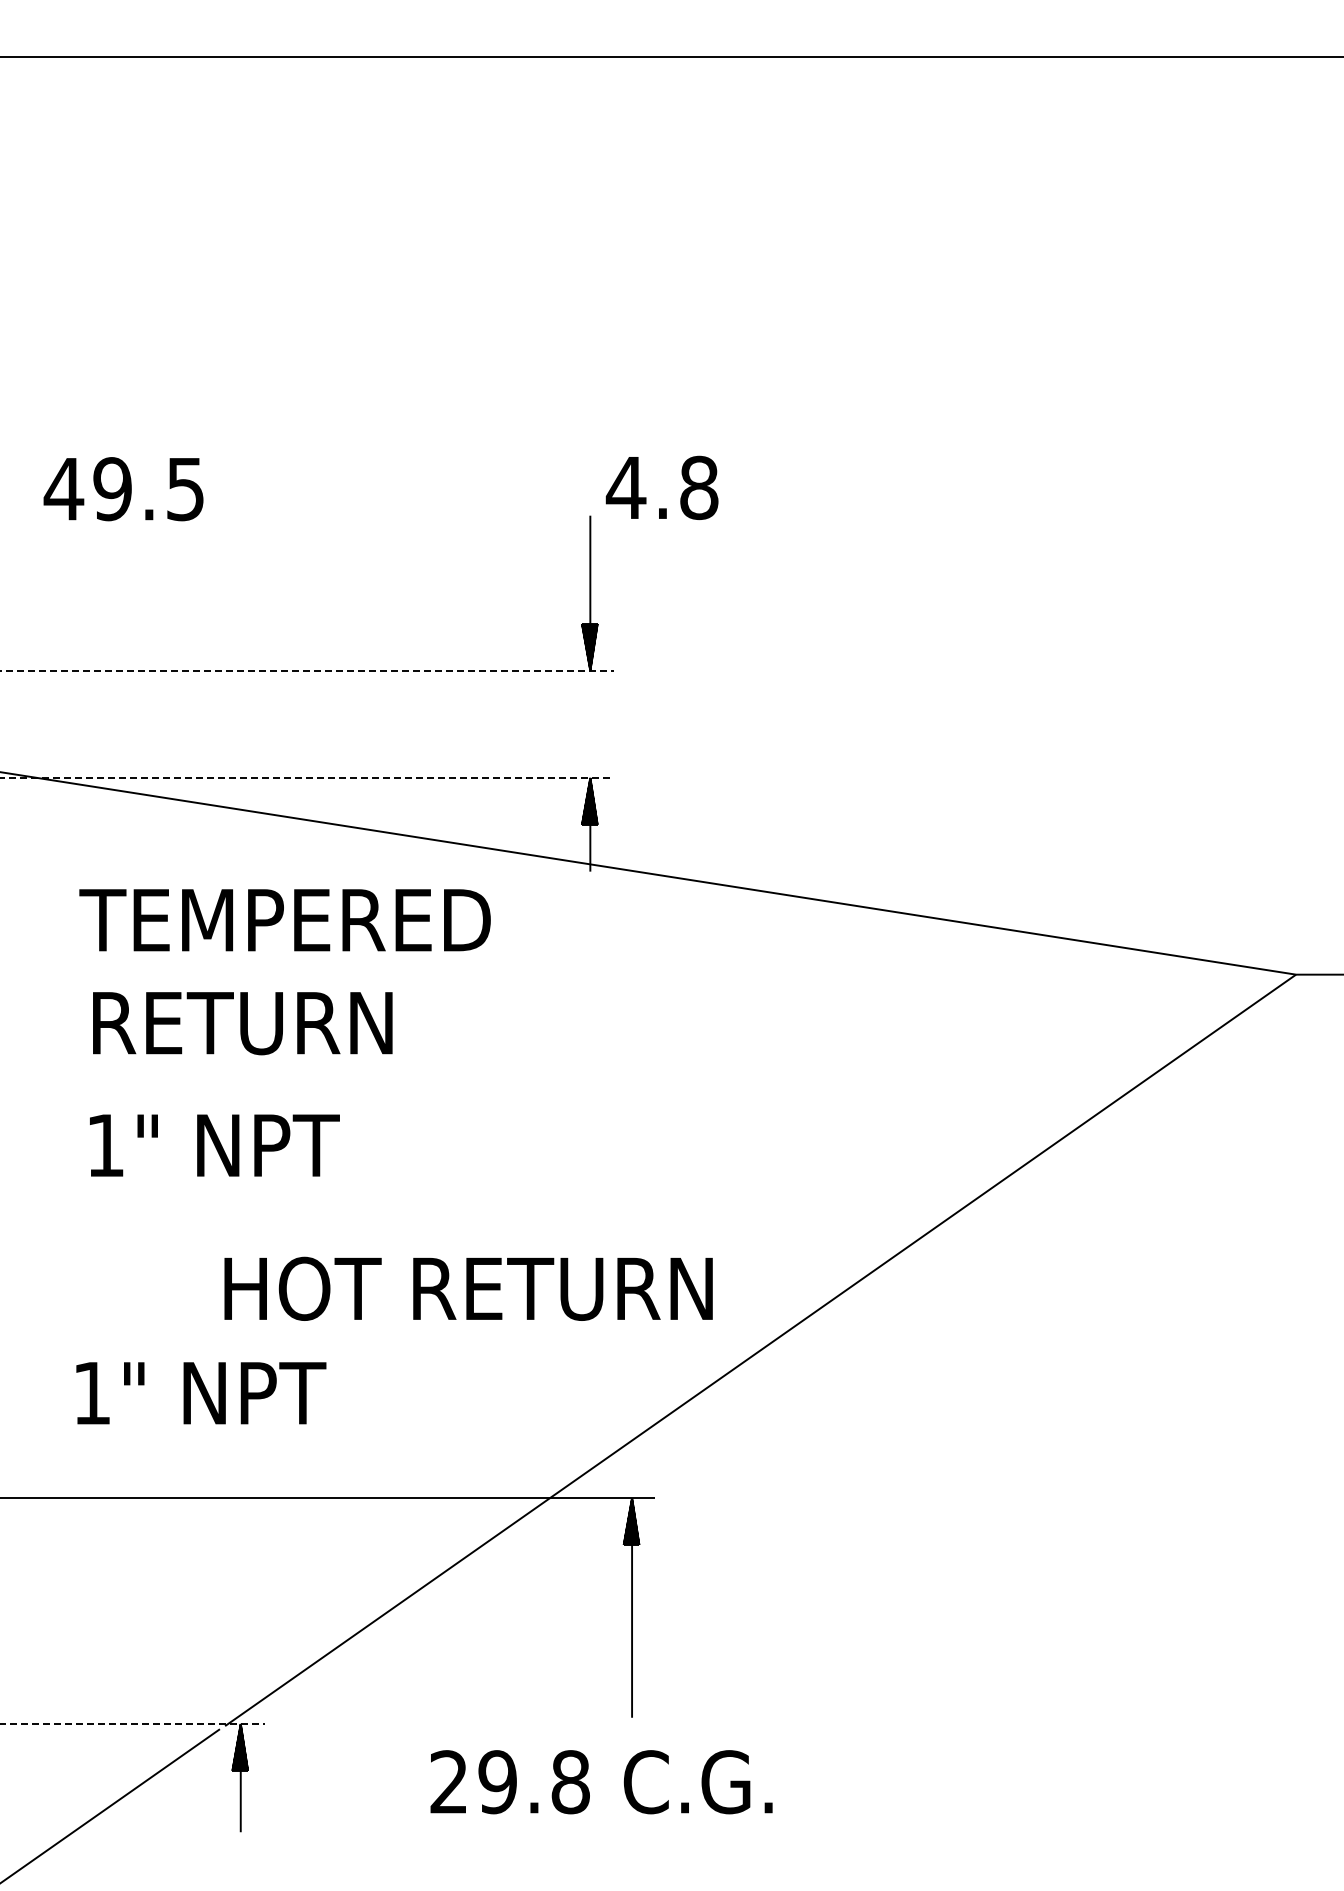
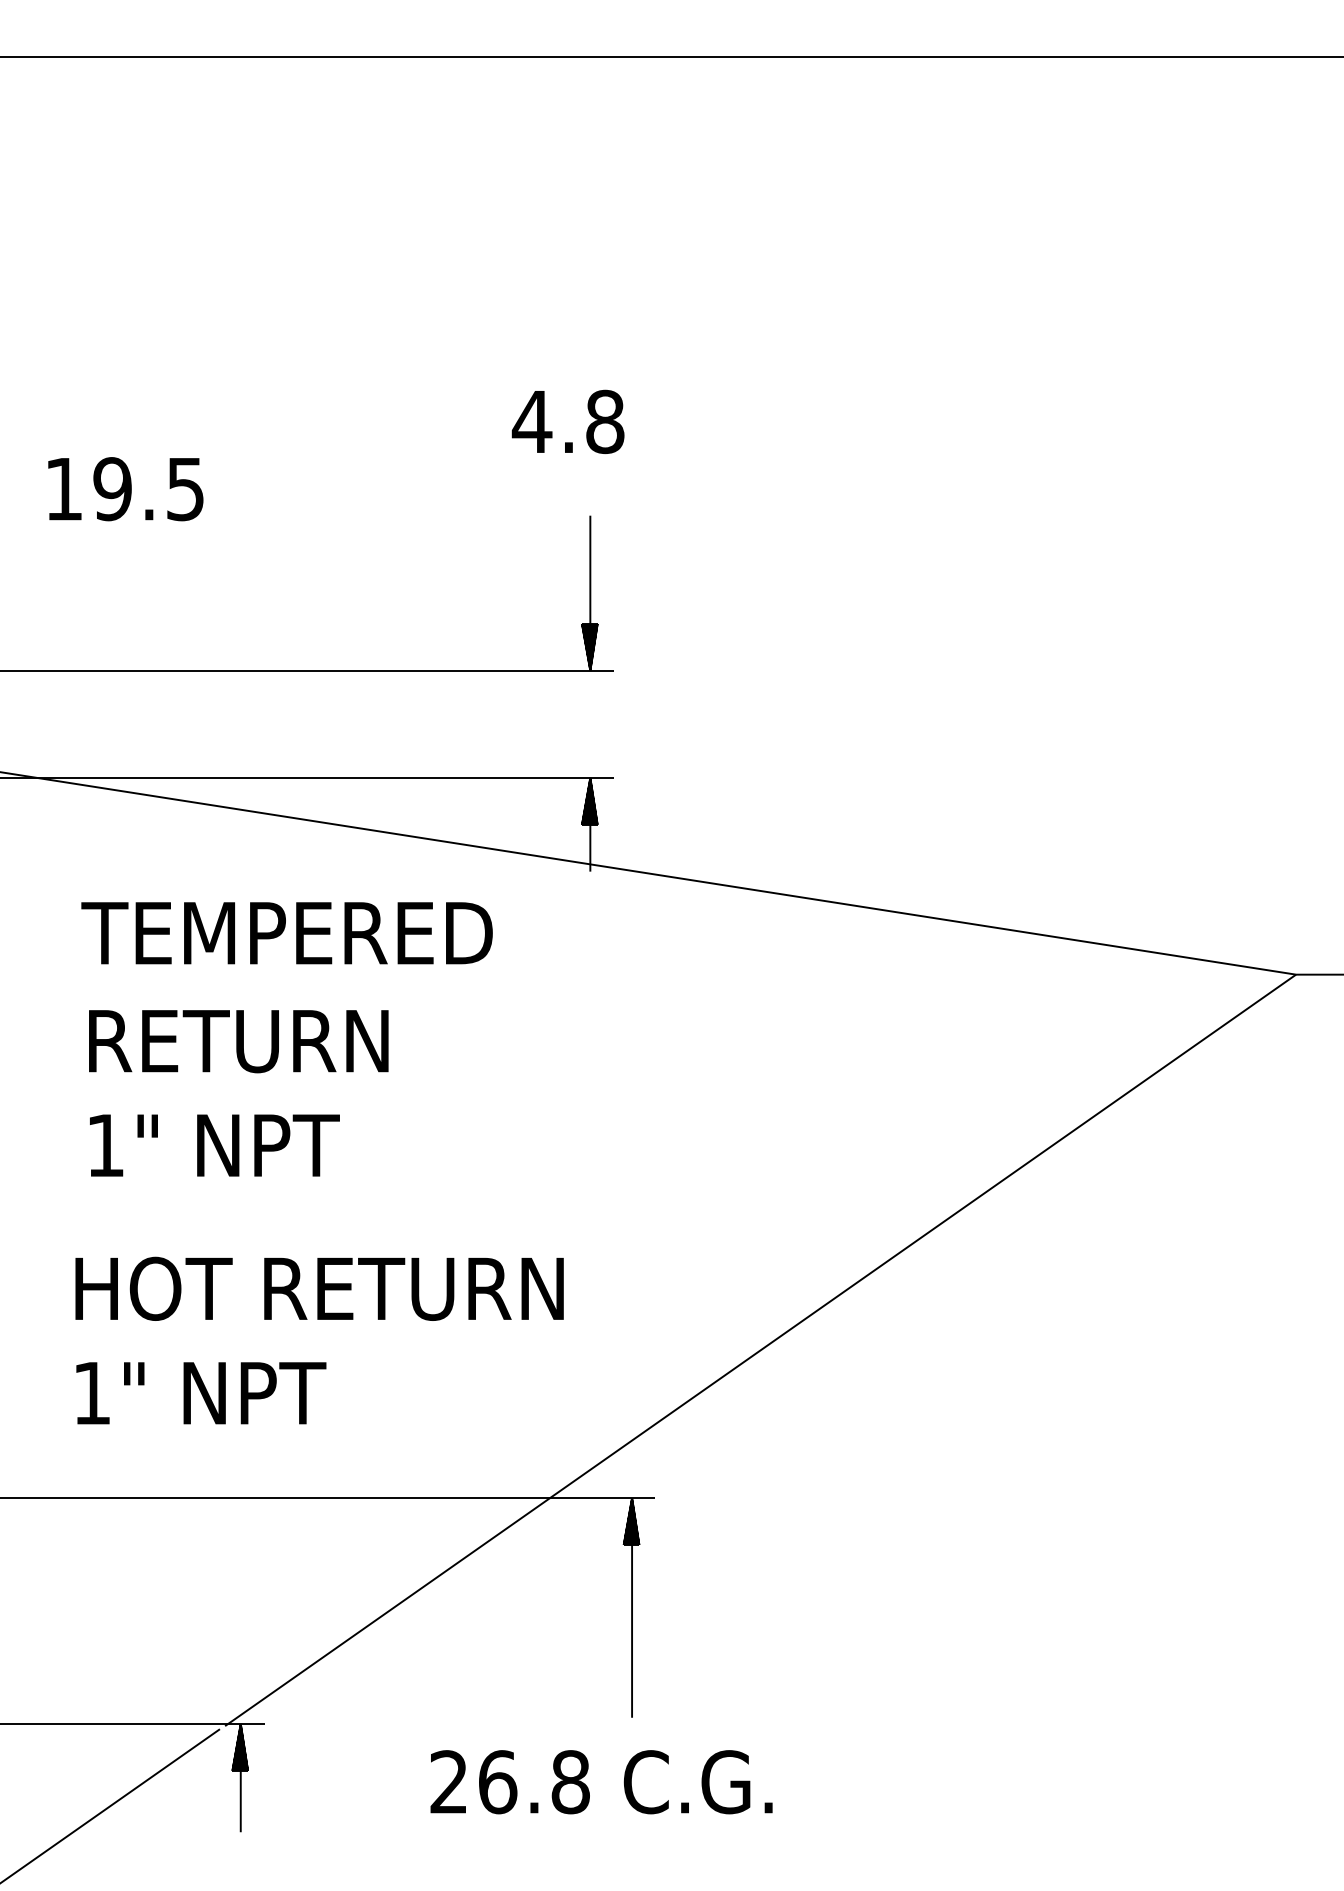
text at (661, 487) position: (661, 487) -> (567, 421)
text at (63, 489): 49.5 -> 19.5
line at (307, 670): dashed -> solid
line at (307, 777): dashed -> solid
text at (284, 920) position: (284, 920) -> (286, 933)
text at (242, 1023) position: (242, 1023) -> (238, 1041)
text at (468, 1288) position: (468, 1288) -> (319, 1288)
line at (132, 1724): dashed -> solid
text at (497, 1782): 29.8 -> 26.8
